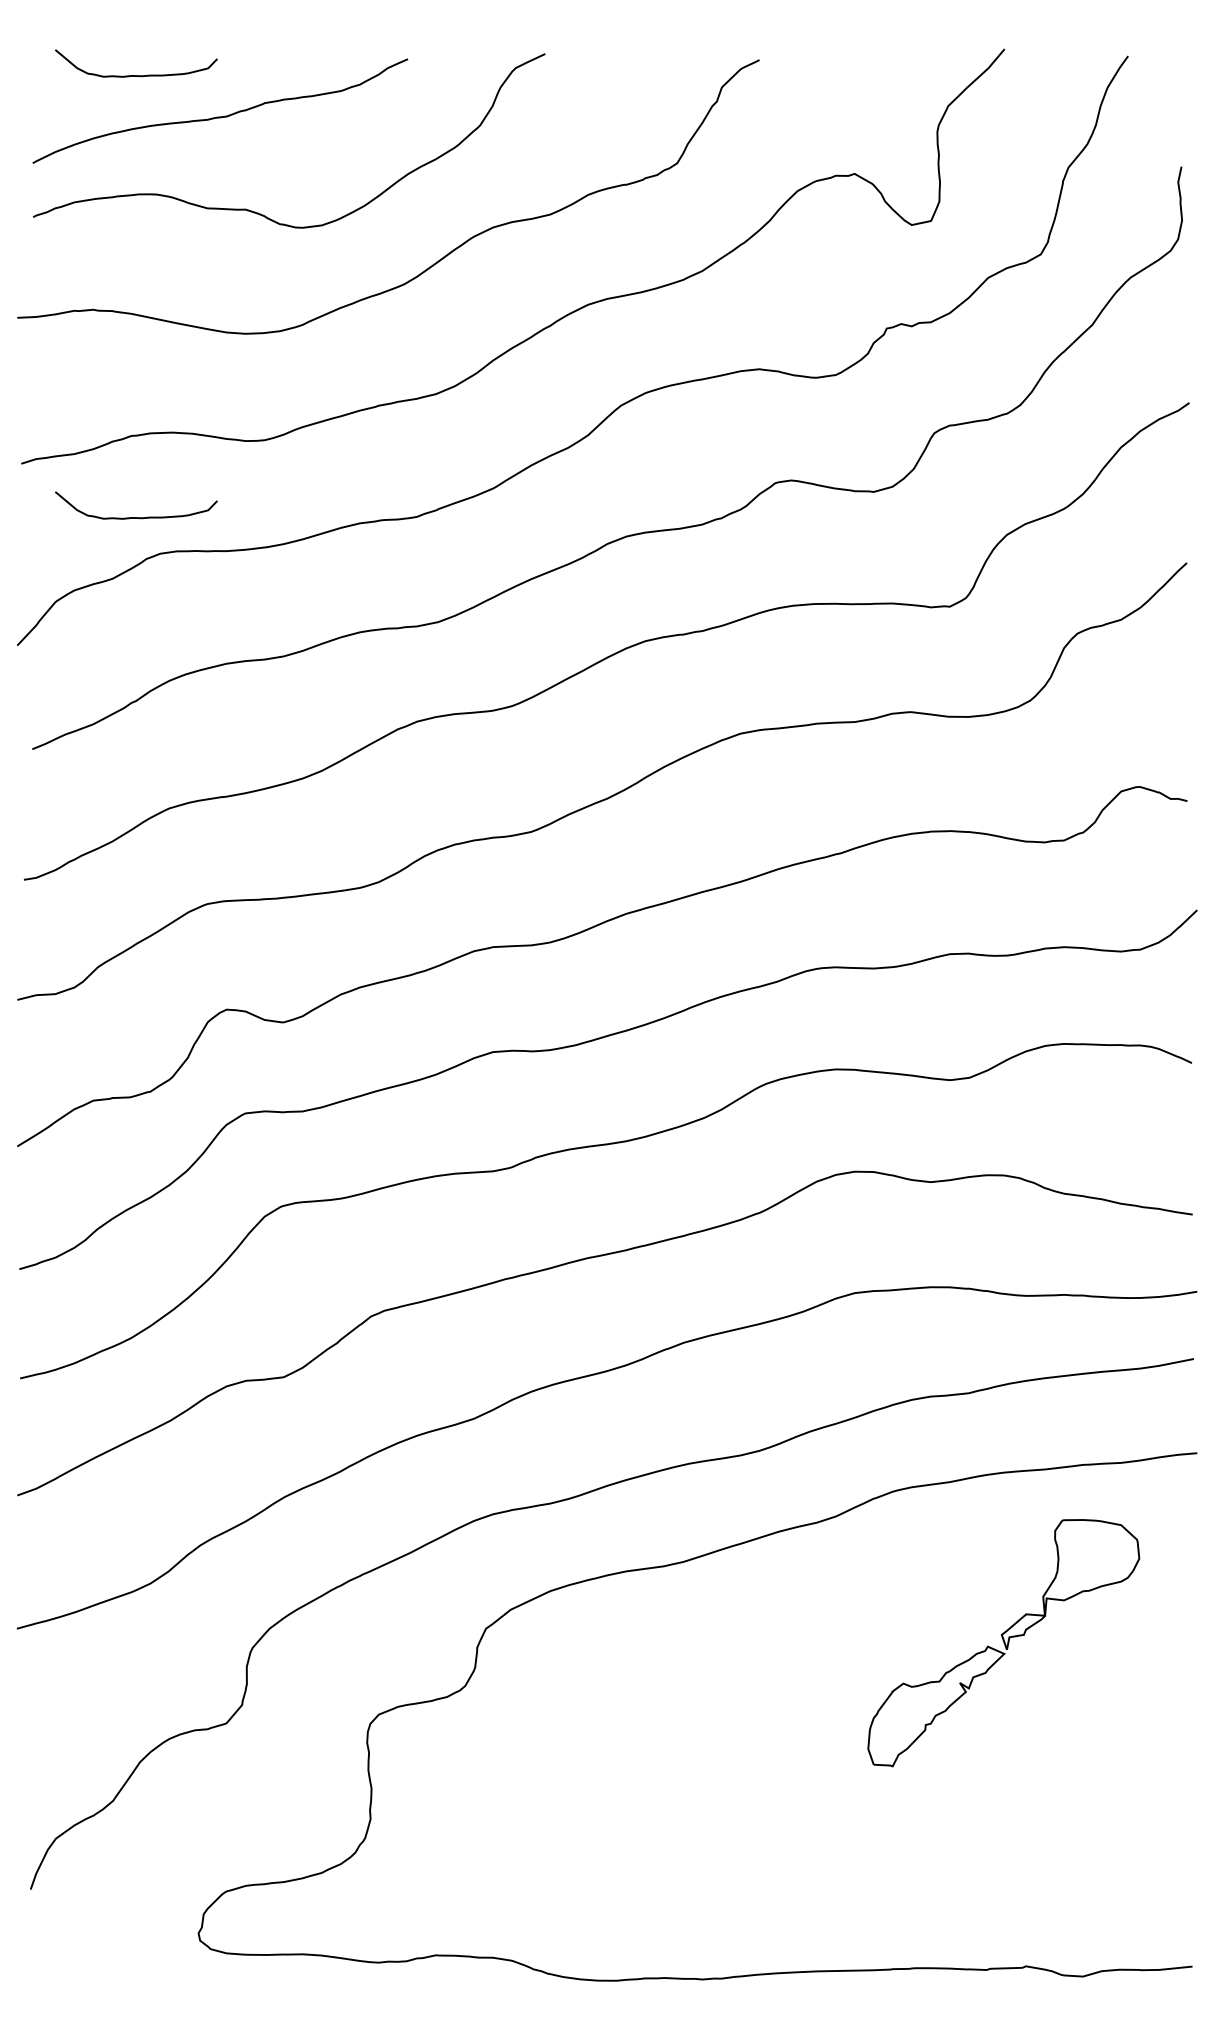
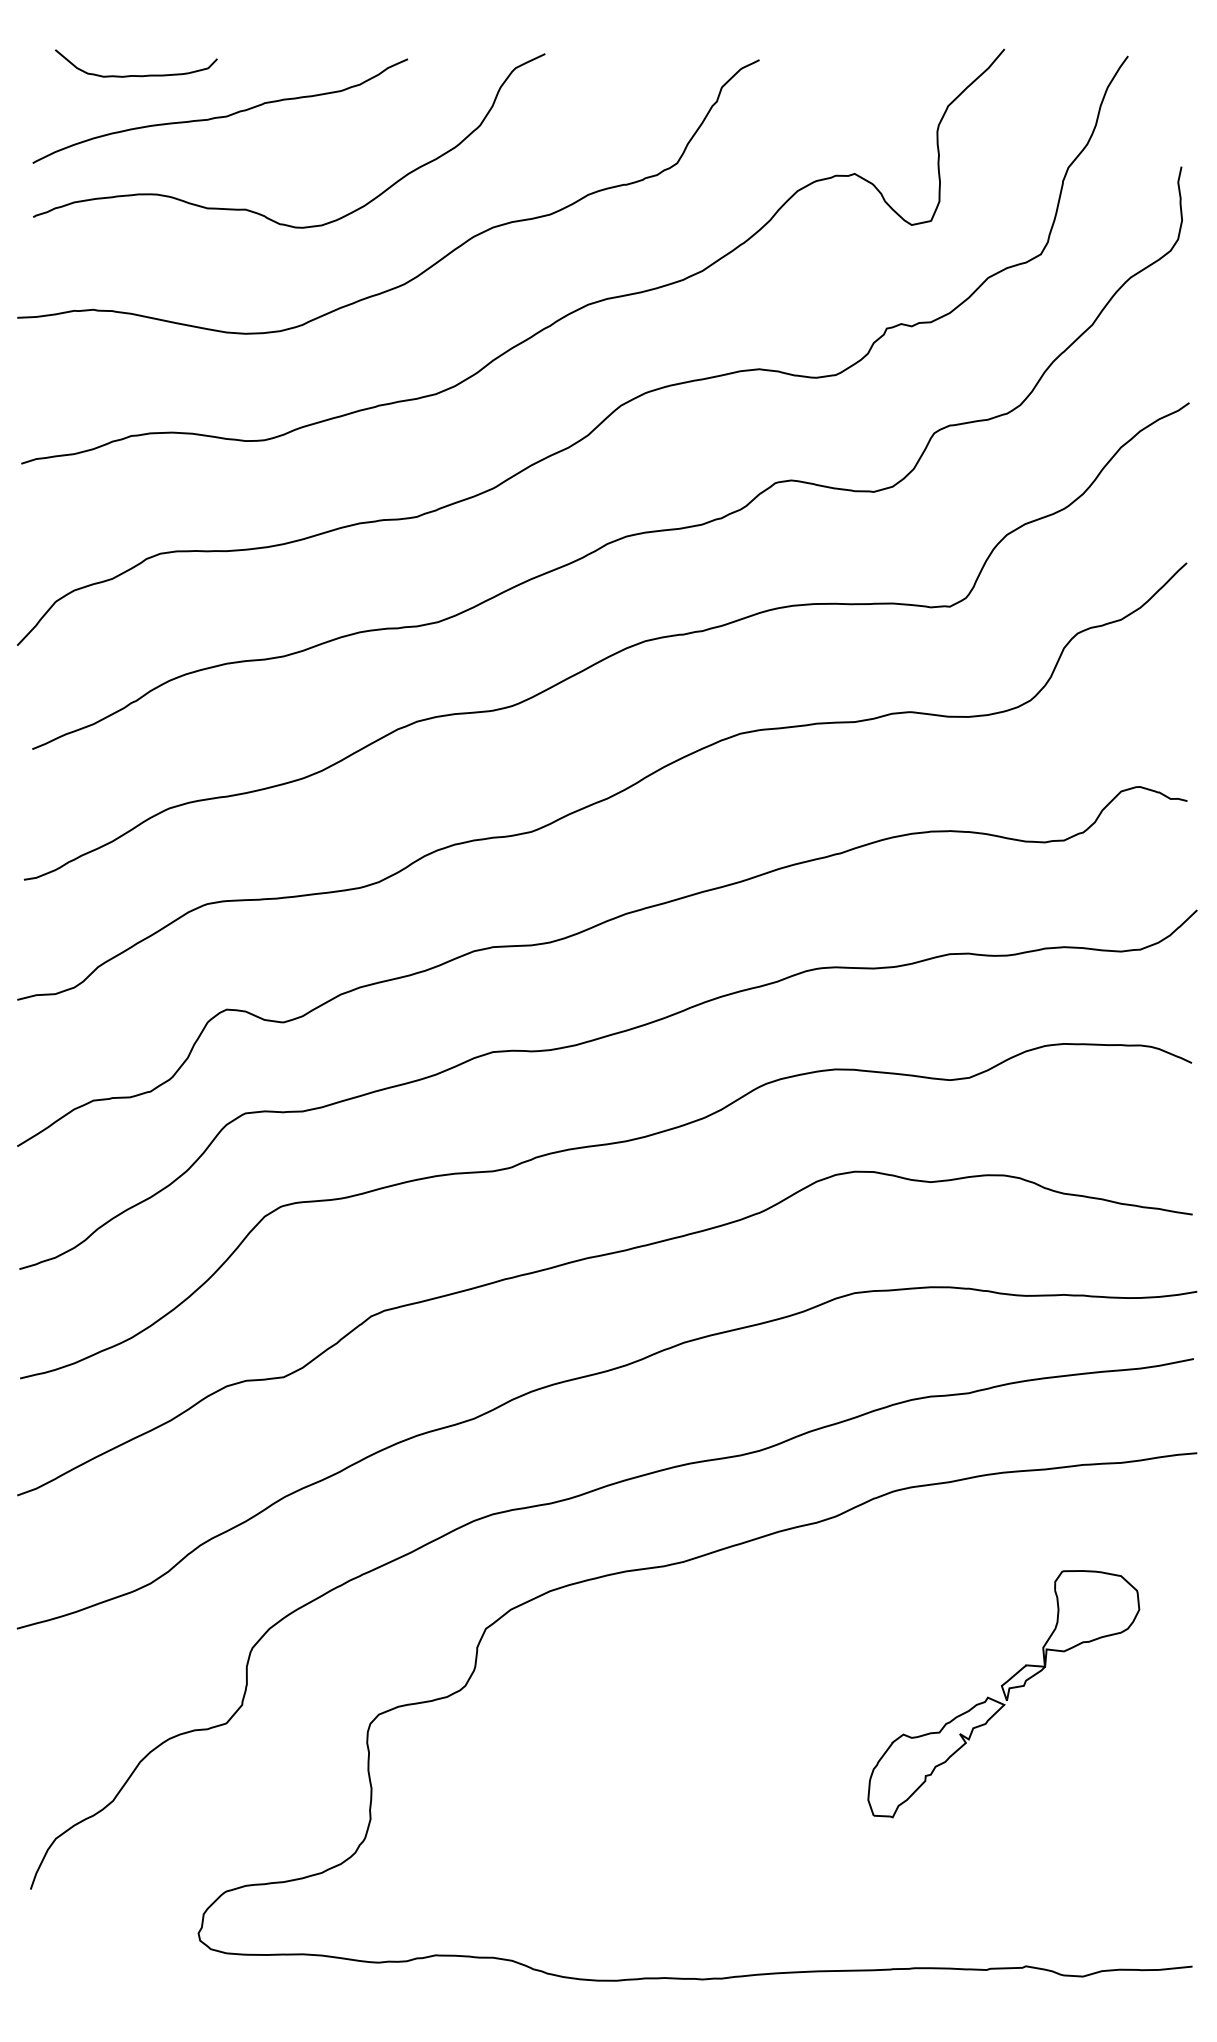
curve at (136, 517): present -> none
part at (1003, 1643) position: (1003, 1643) -> (1003, 1694)
